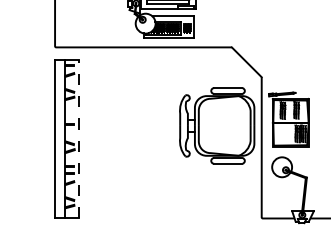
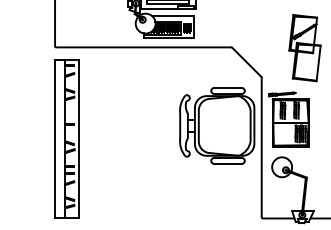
part at (304, 48): none -> present
line at (79, 138): dashed -> solid
